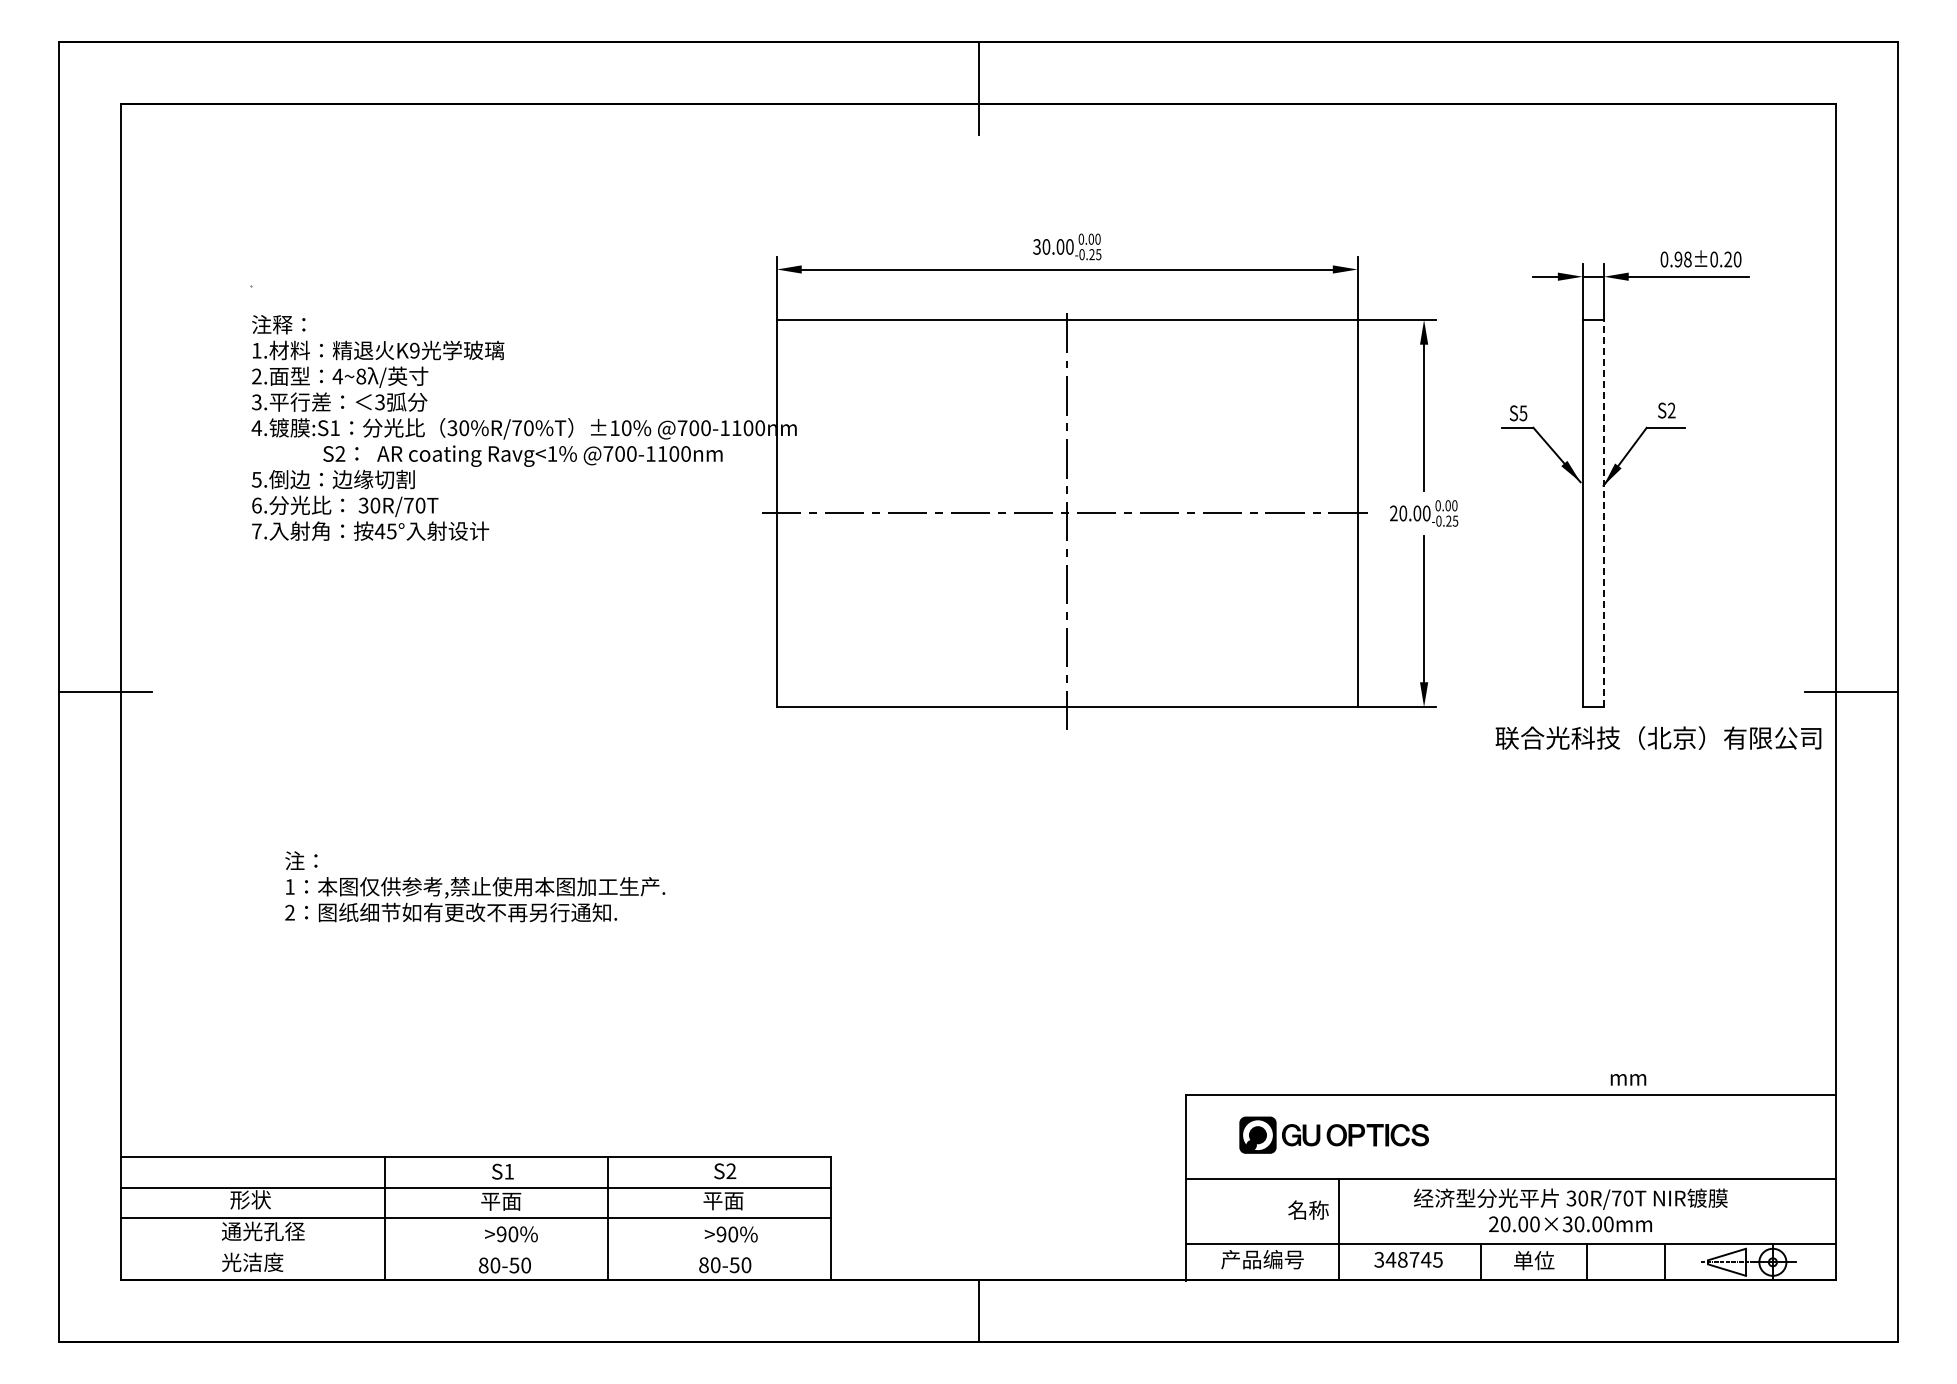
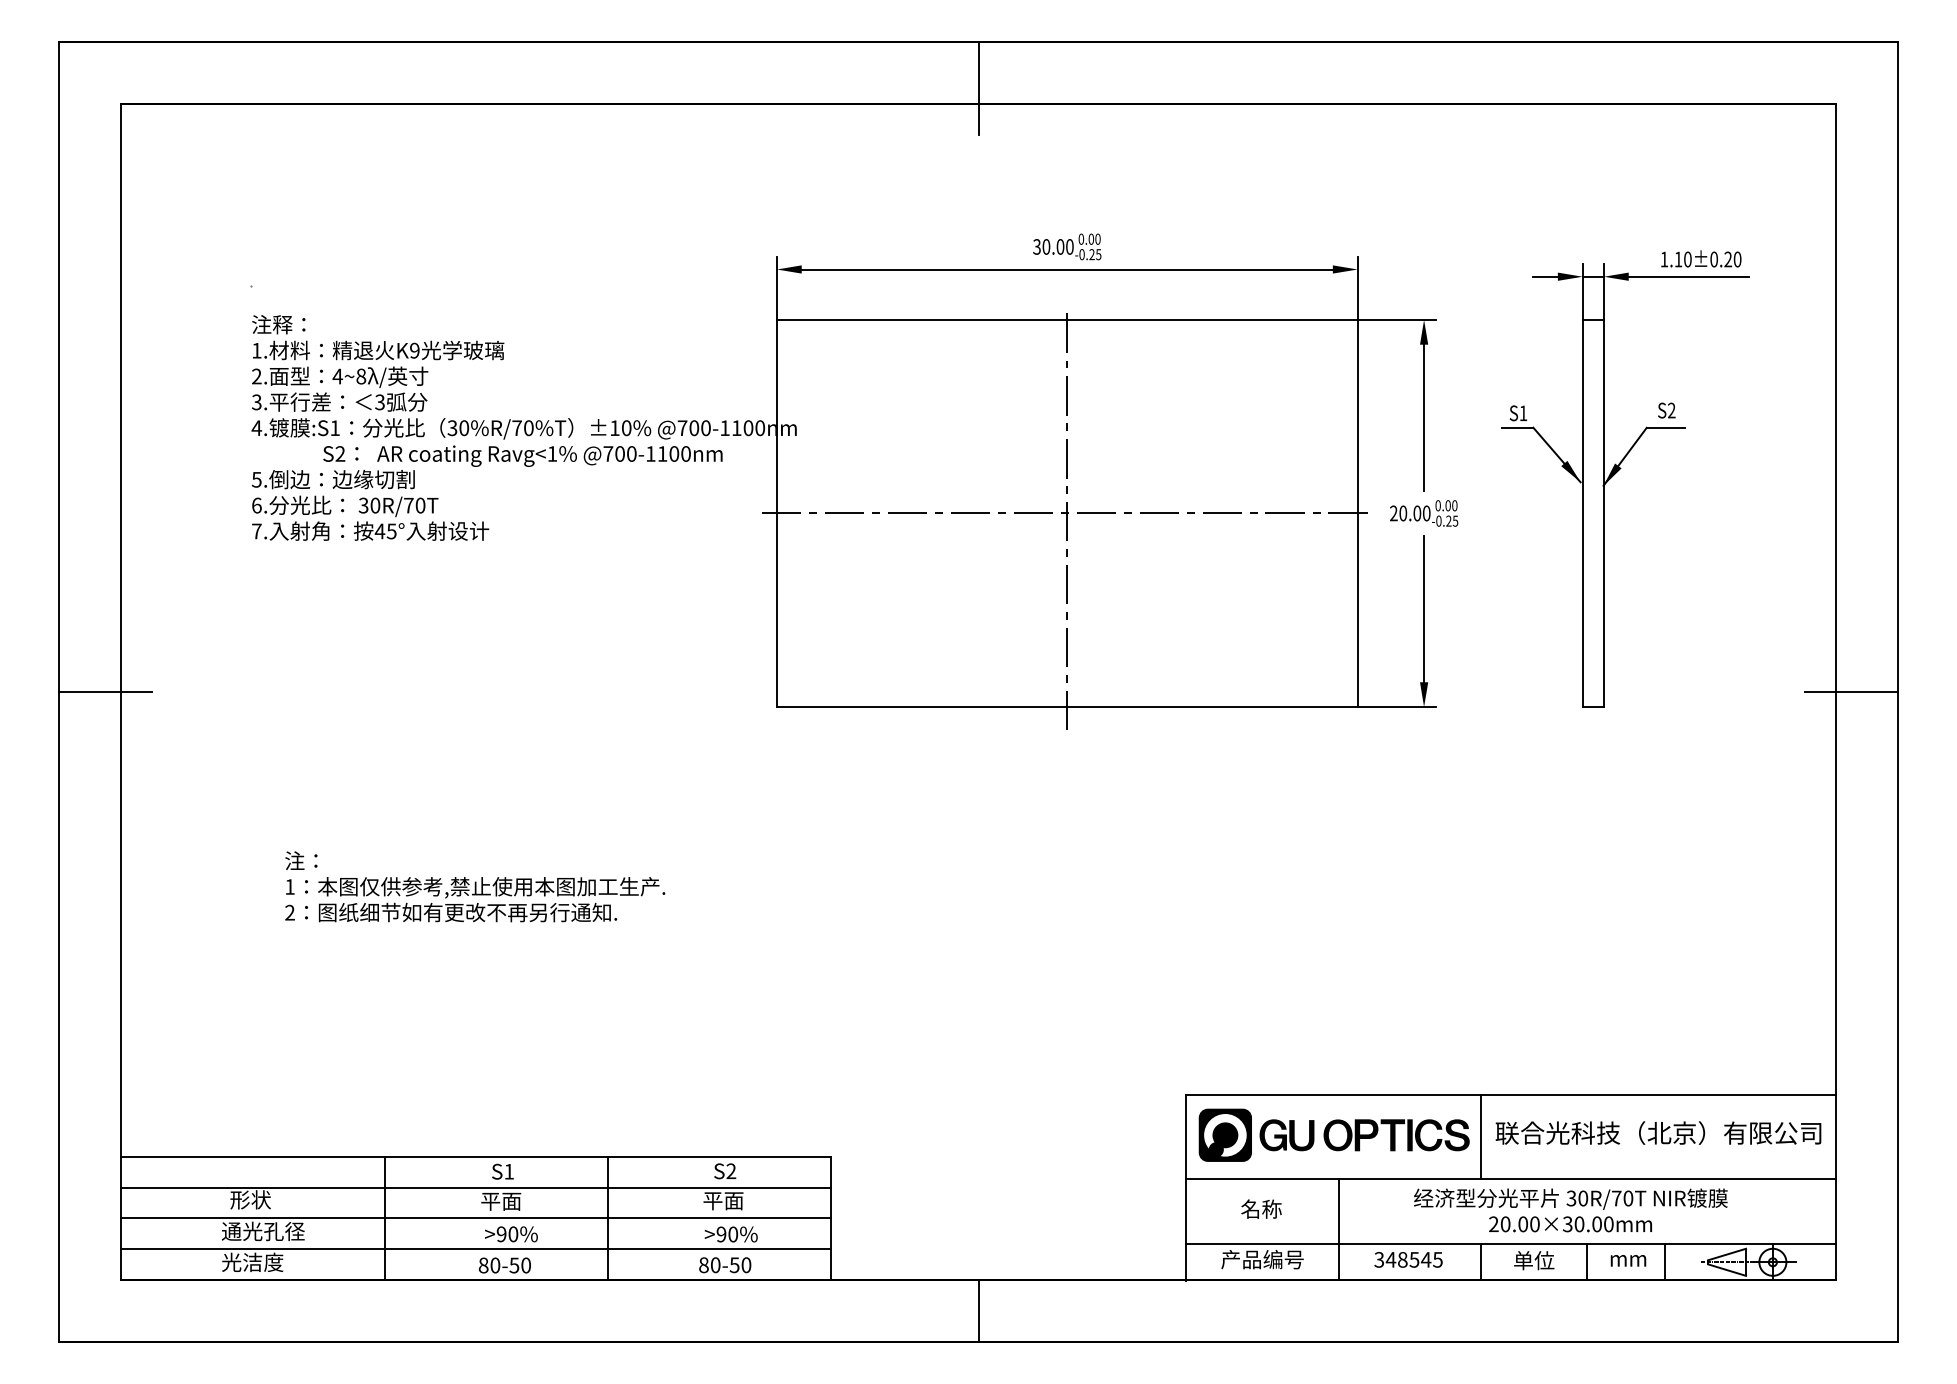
text at (1675, 259): 0.98±0.20 -> 1.10±0.20
text at (1523, 413): S5 -> S1
line at (1603, 513): dashed -> solid
text at (1658, 737) position: (1658, 737) -> (1658, 1132)
text at (1628, 1079) position: (1628, 1079) -> (1628, 1260)
part at (1333, 1134) size: 190x38 px -> 272x54 px
line at (1481, 1136): none -> present
text at (1308, 1209) position: (1308, 1209) -> (1261, 1208)
line at (475, 1249): none -> present
text at (1414, 1259): 348745 -> 348545
